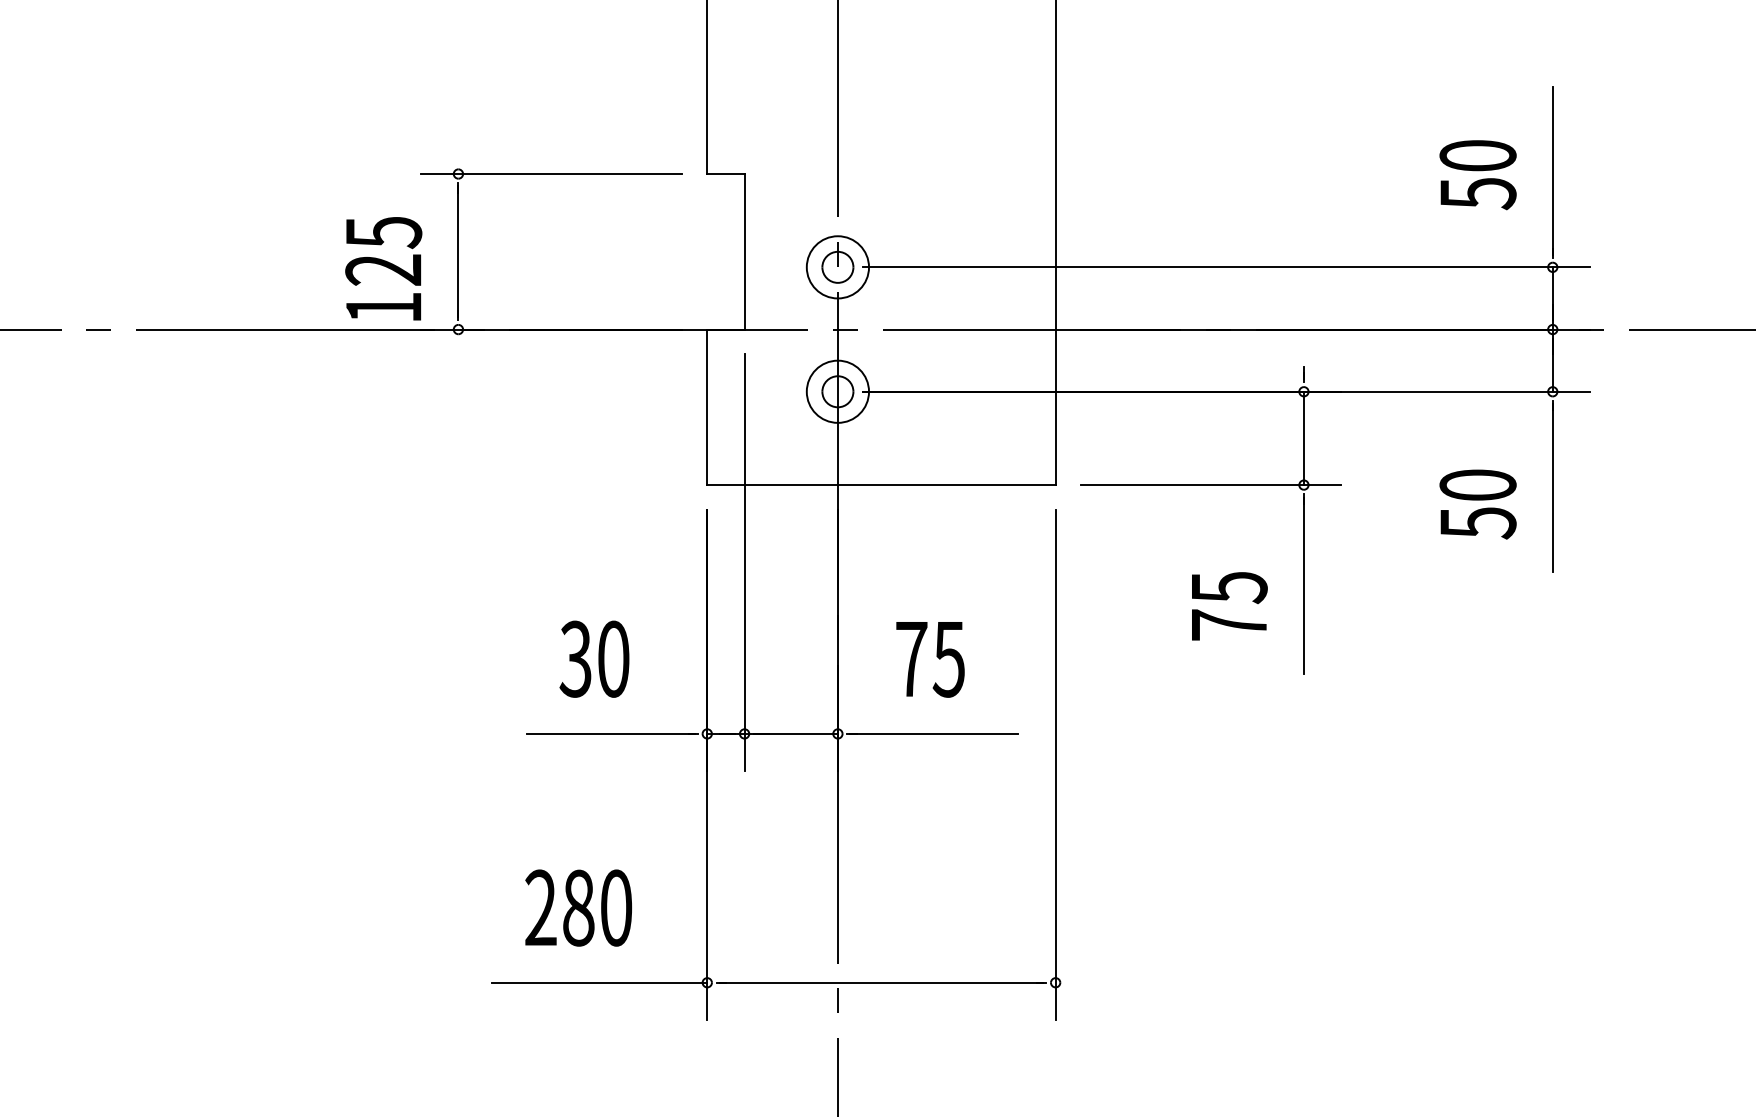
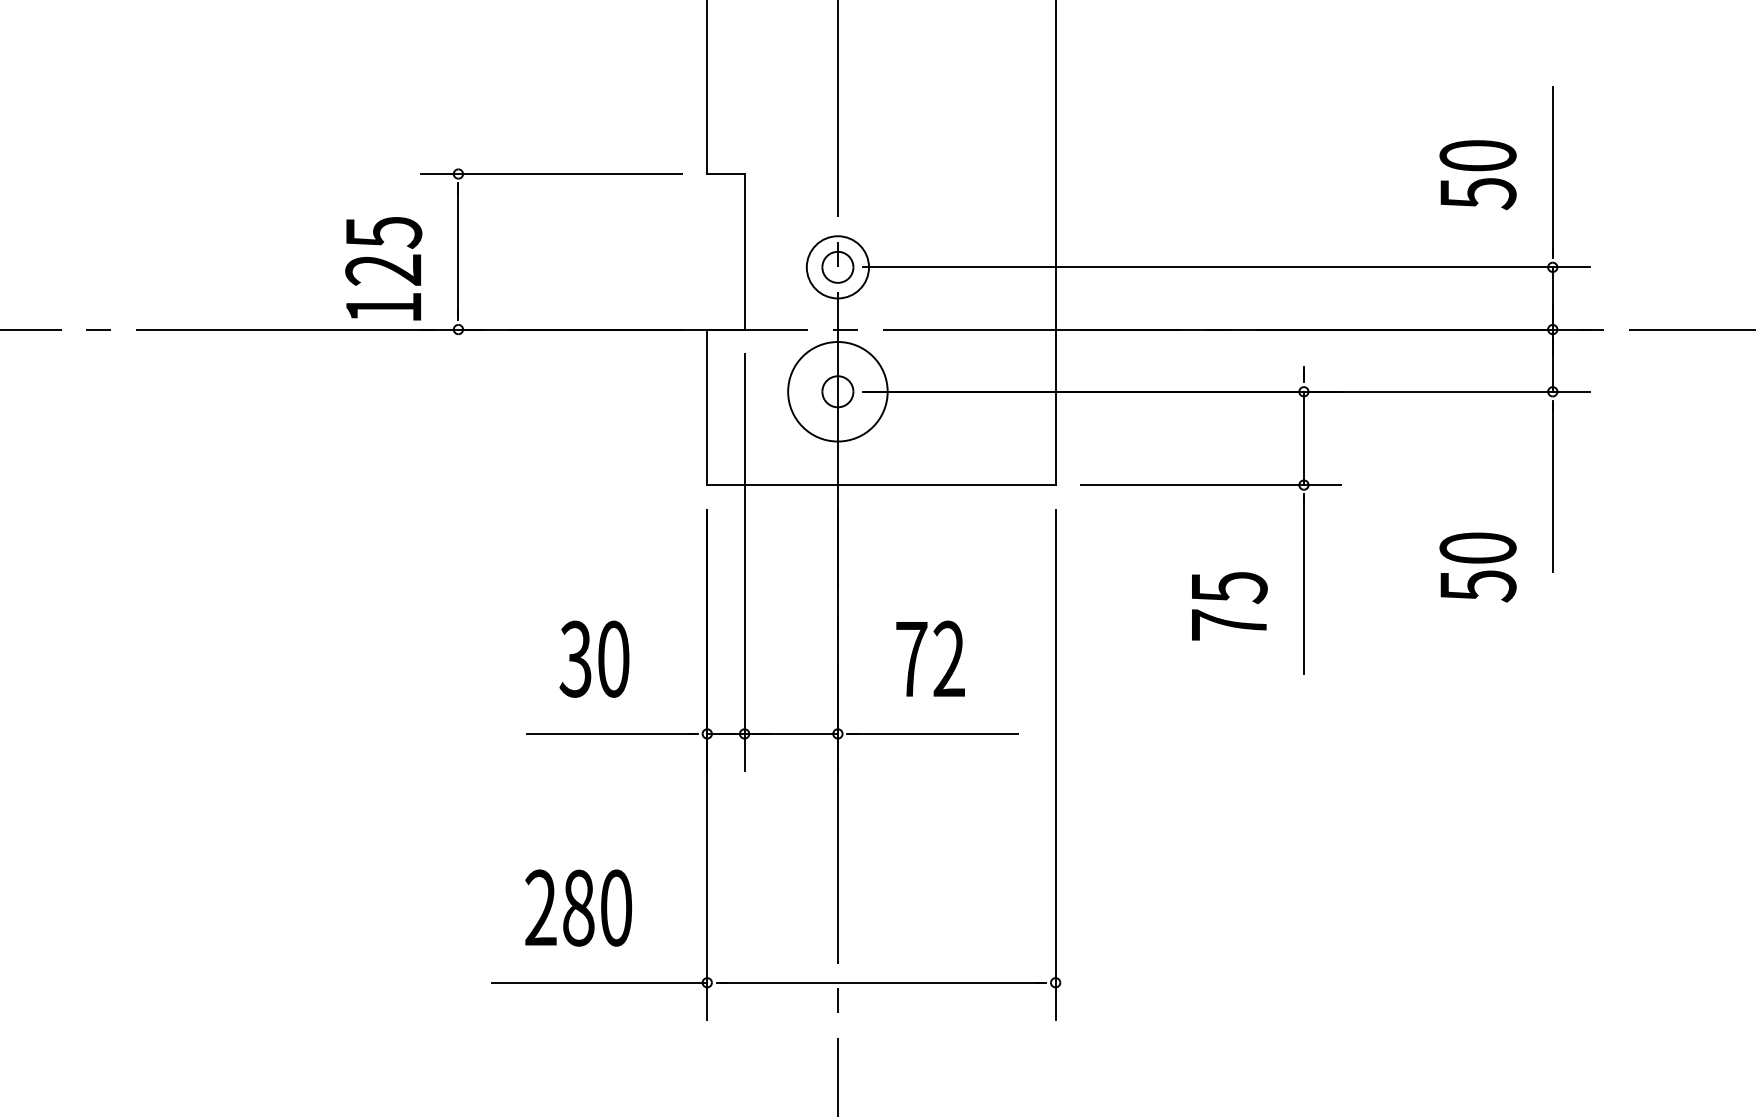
circle at (837, 391) diameter: 62 px -> 100 px
text at (1477, 504) position: (1477, 504) -> (1477, 567)
text at (948, 658): 75 -> 72
